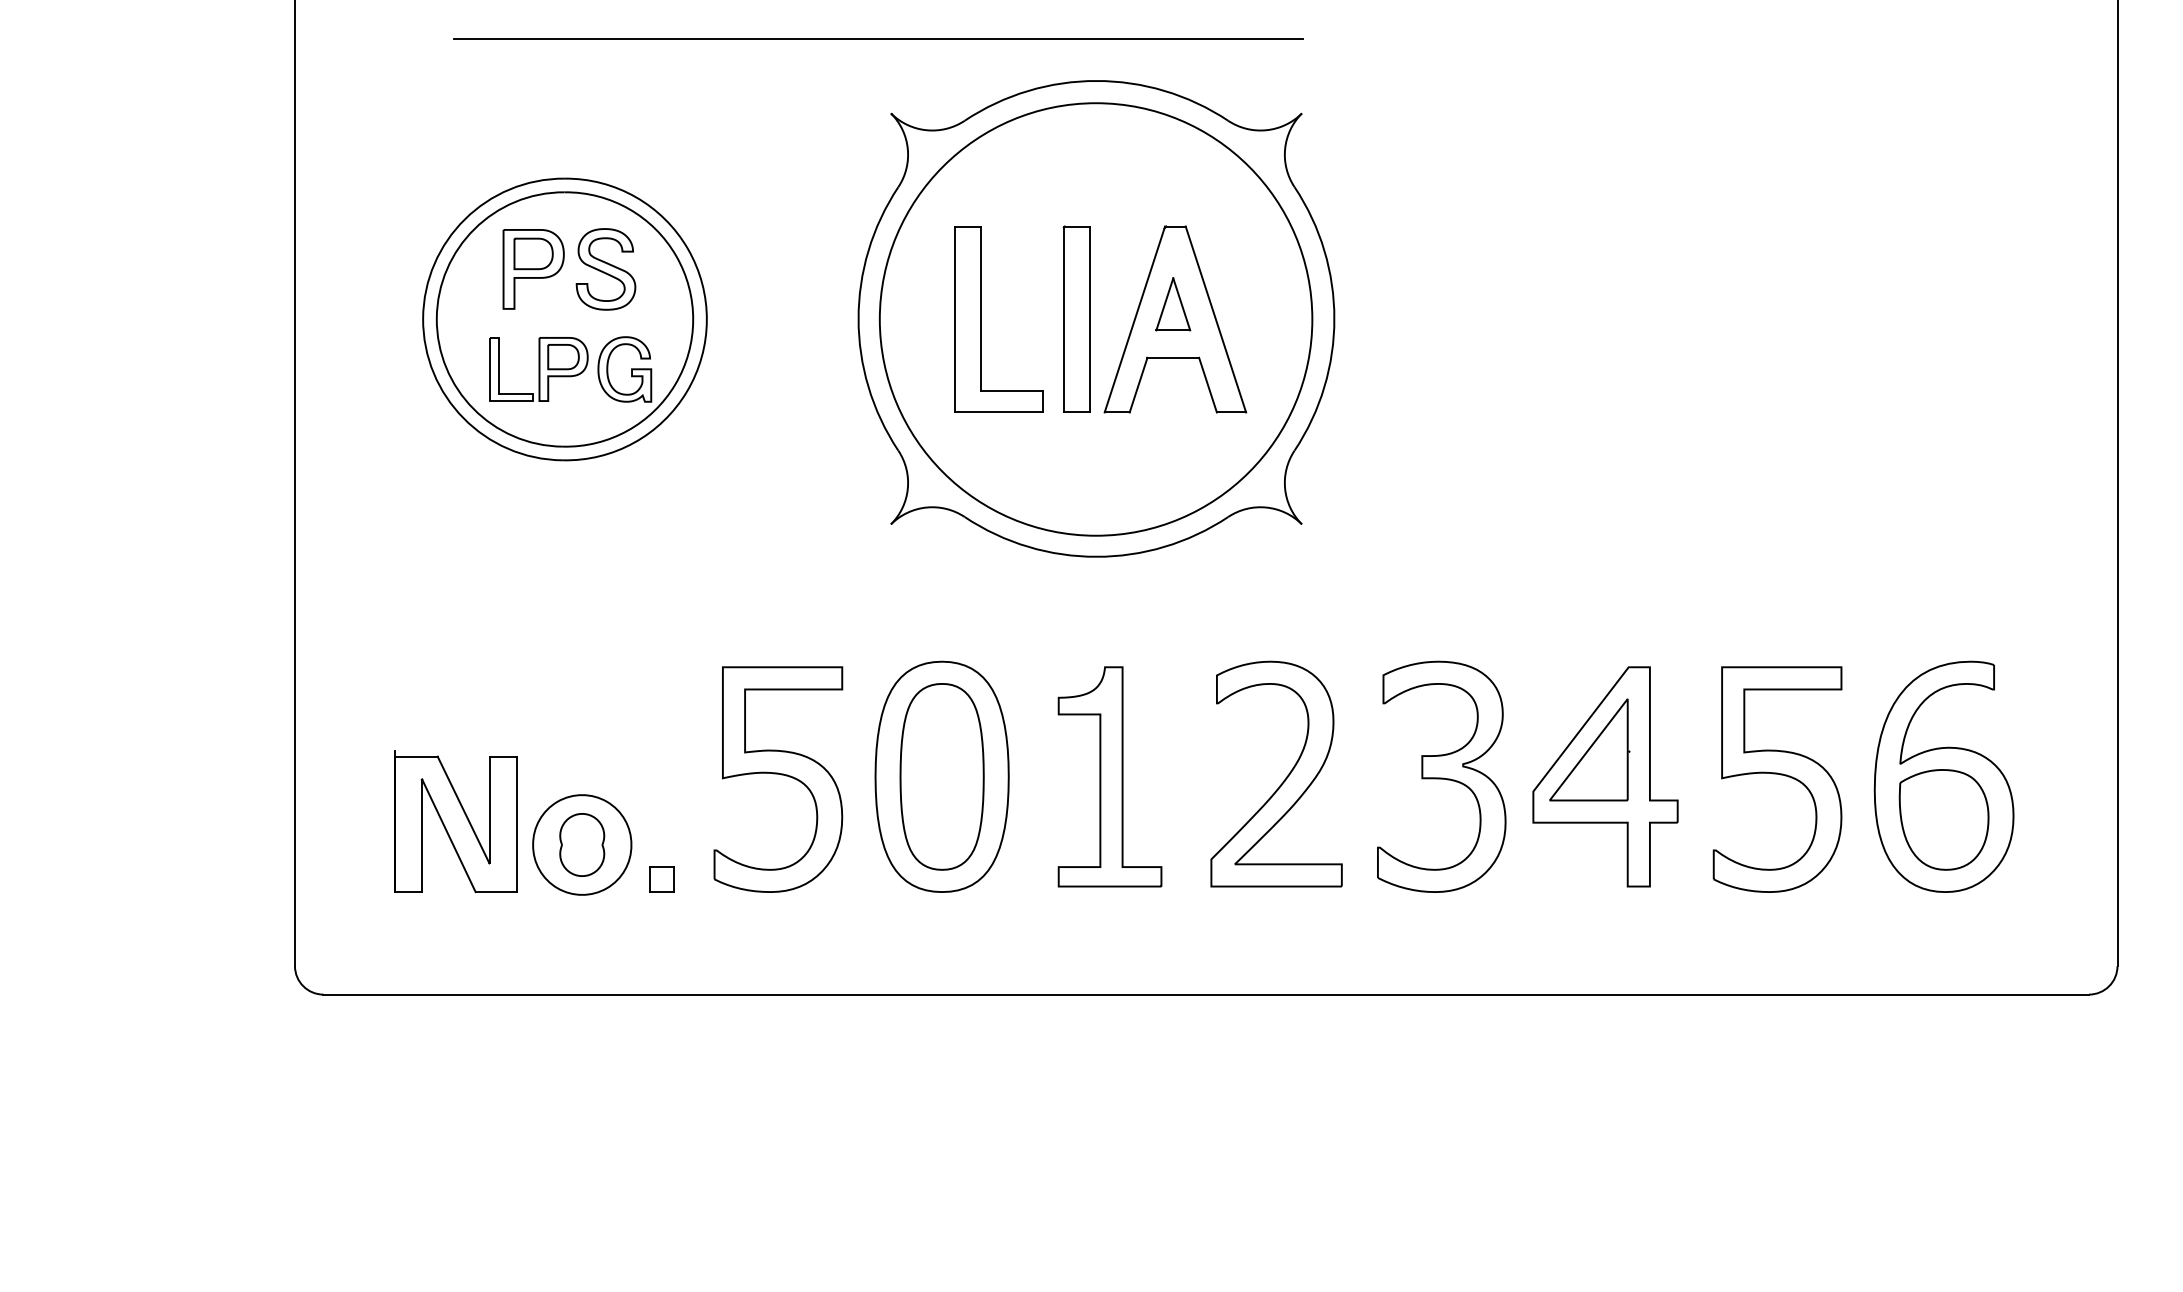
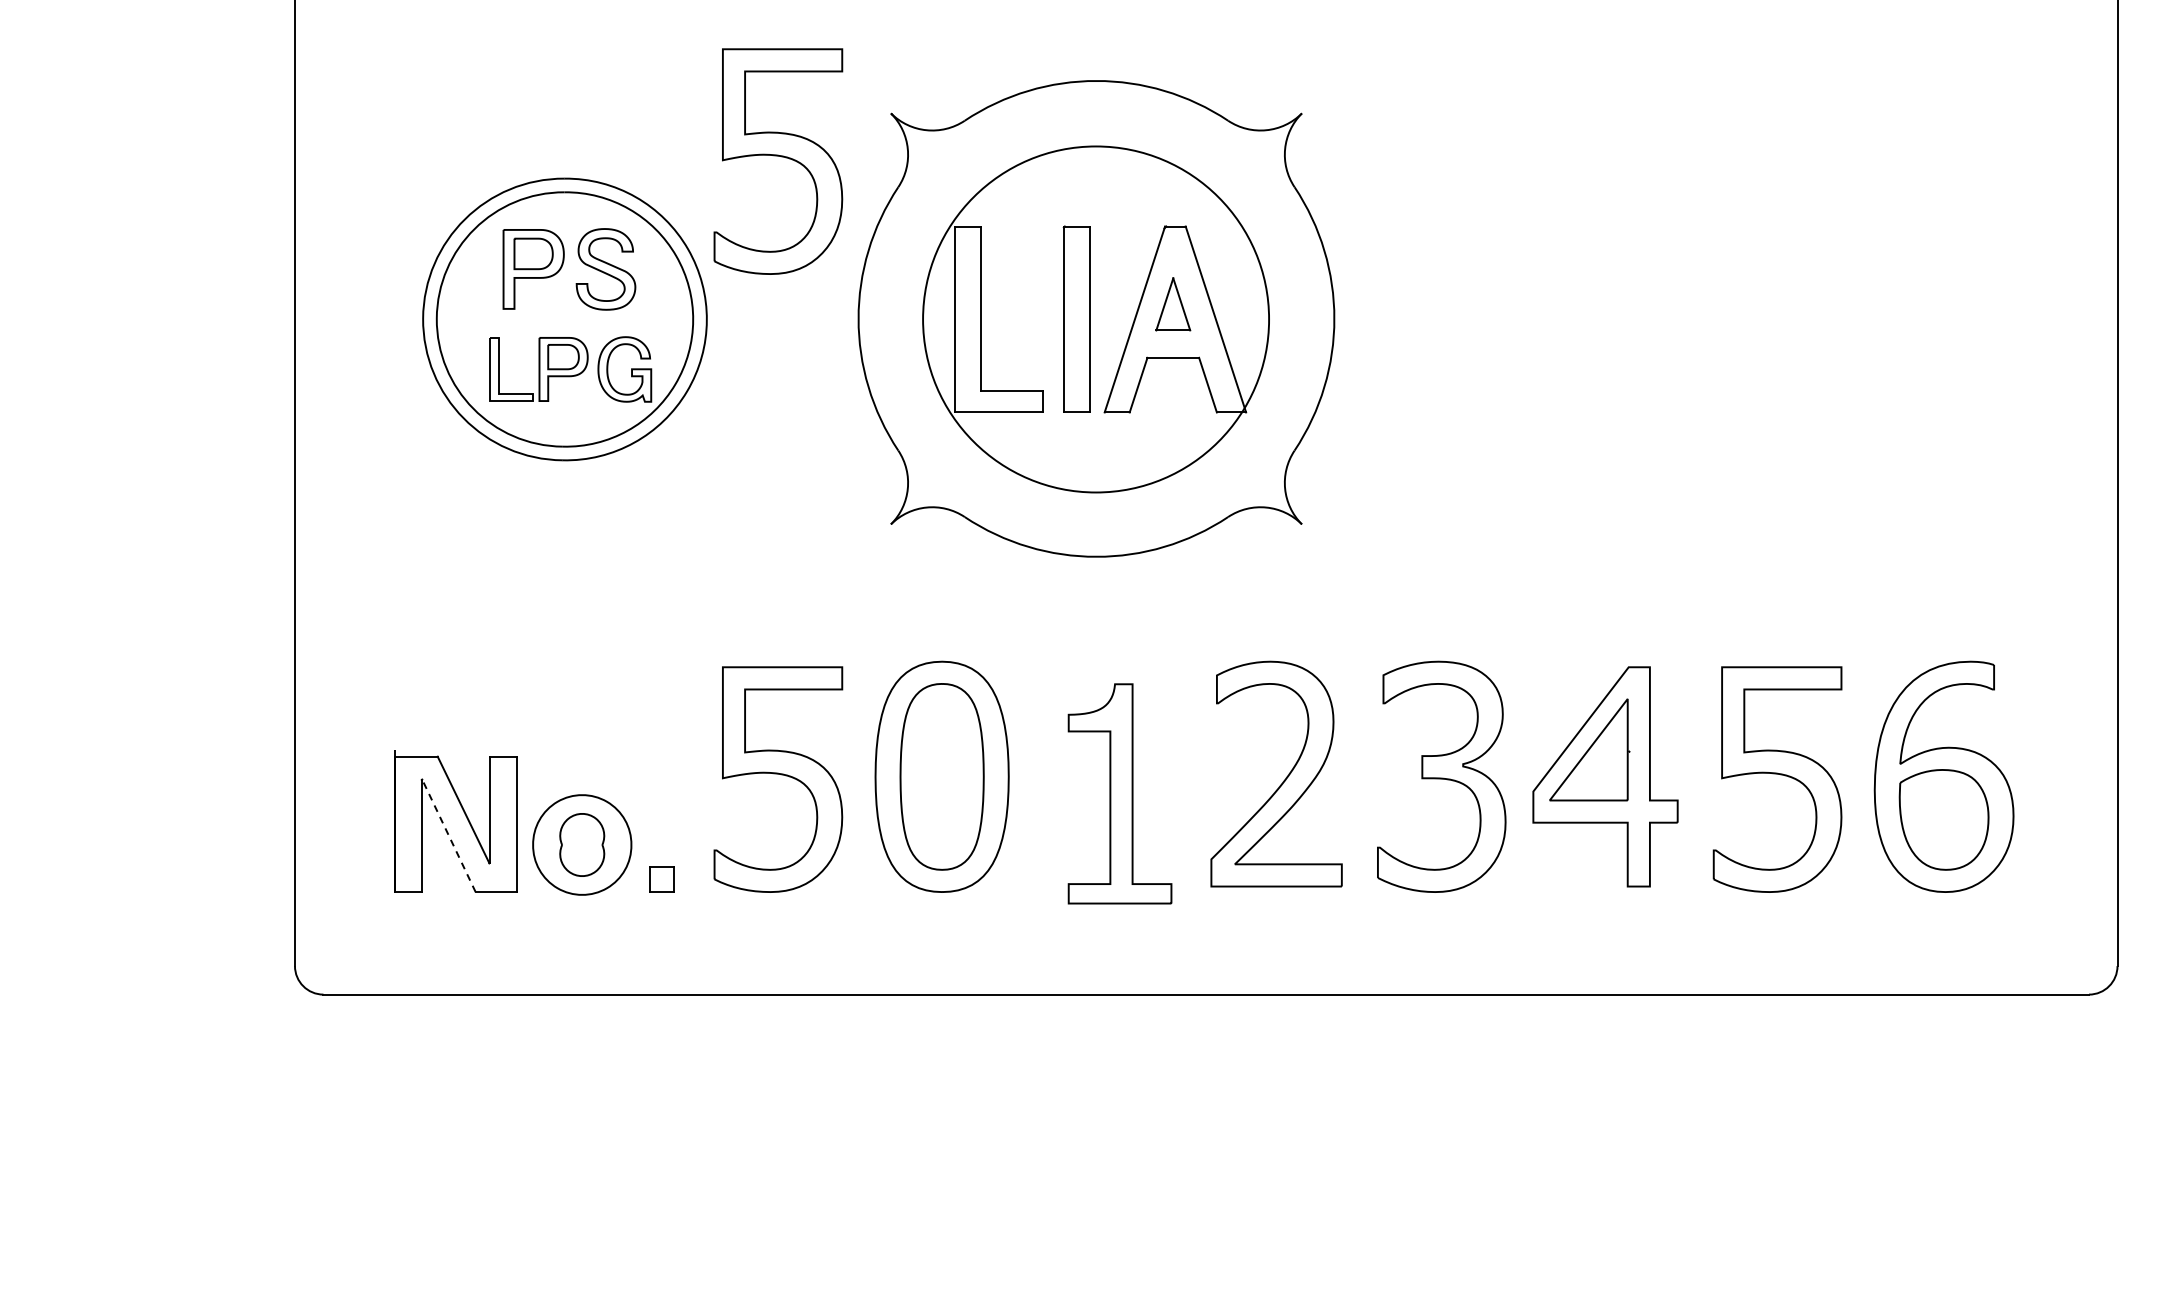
line at (878, 38): present -> none
curve at (778, 156): none -> present
circle at (1095, 319) diameter: 433 px -> 346 px
curve at (1101, 776) position: (1101, 776) -> (1111, 793)
line at (448, 835): solid -> dashed
